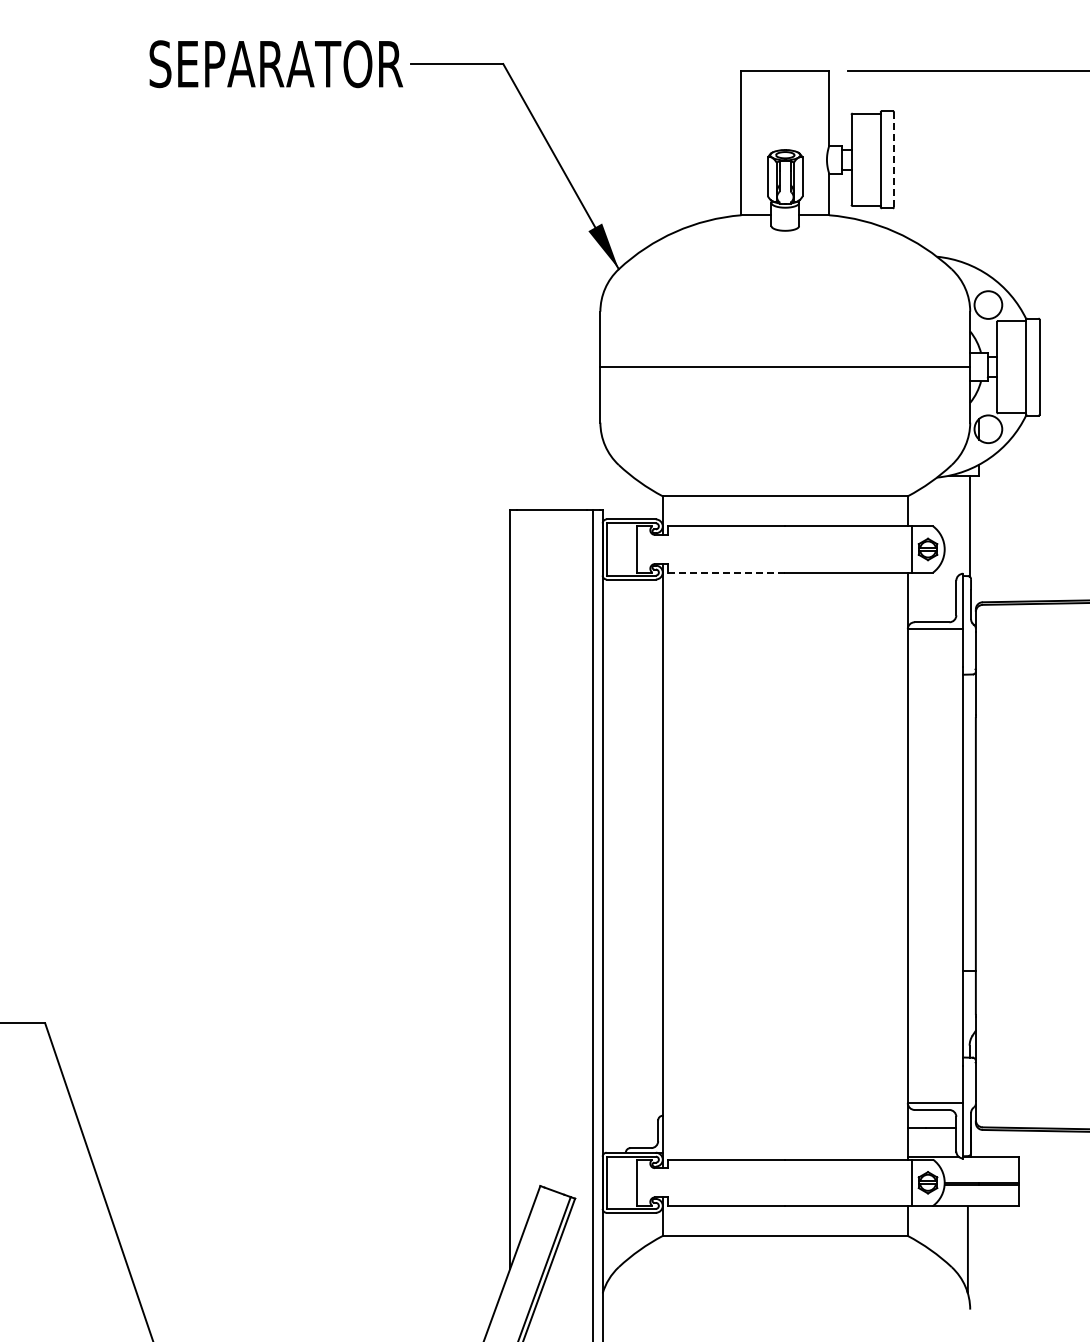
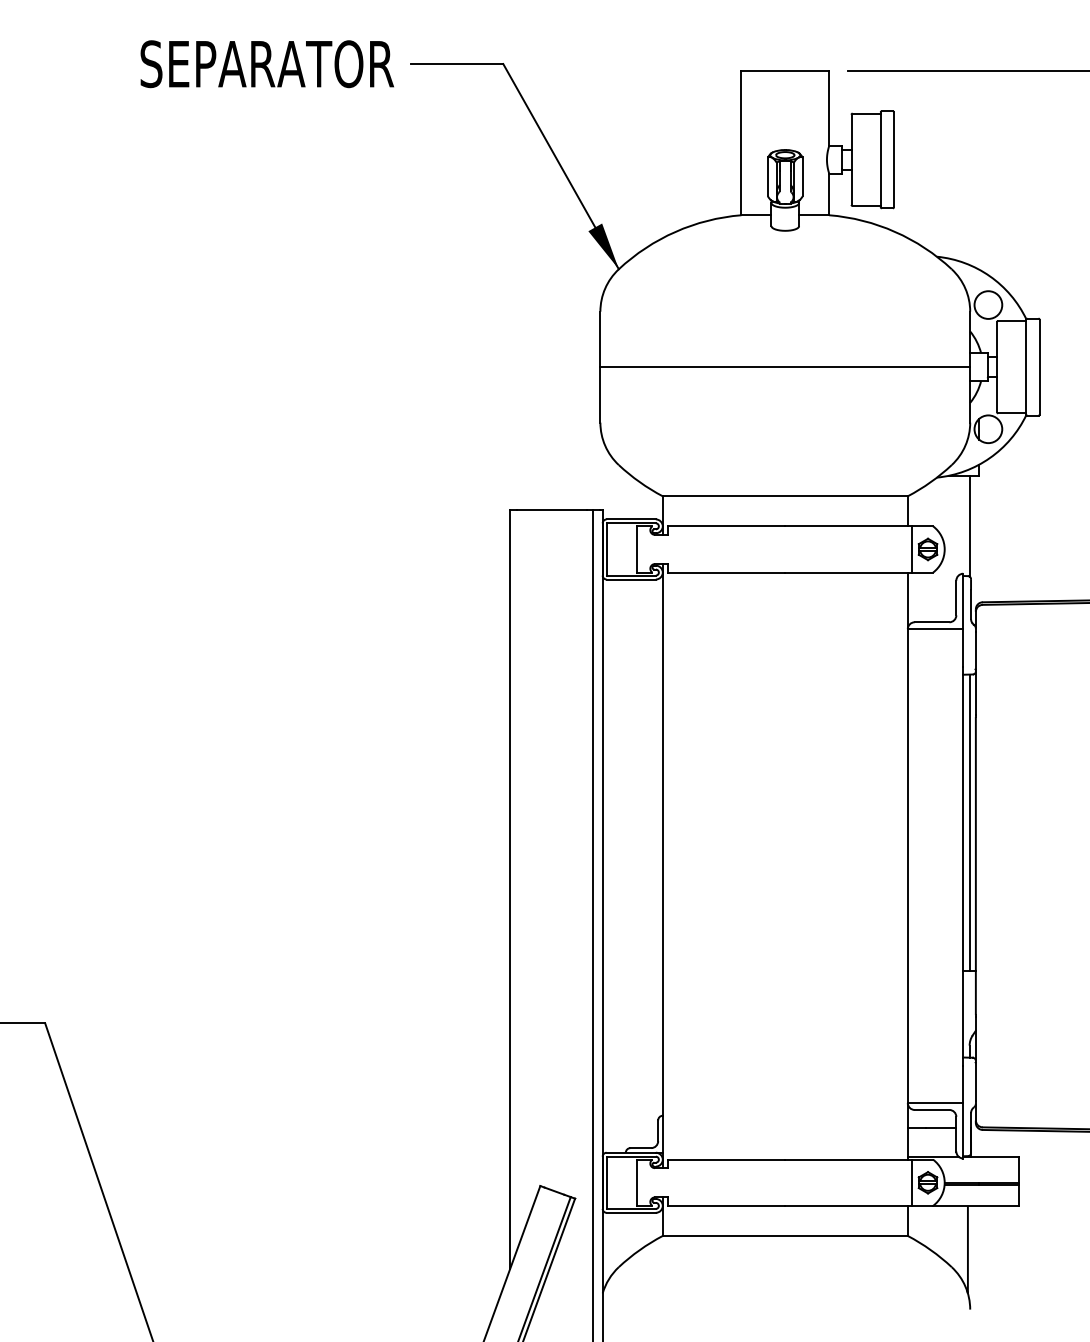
text at (275, 64) position: (275, 64) -> (266, 64)
line at (894, 159): dashed -> solid
line at (726, 572): dashed -> solid
line at (970, 822): none -> present
